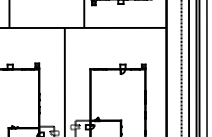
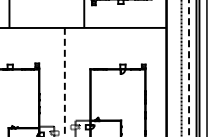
line at (189, 68): solid -> dashed
line at (64, 81): solid -> dashed
